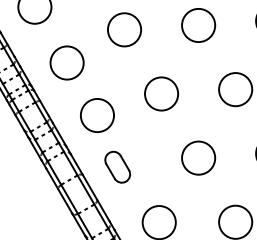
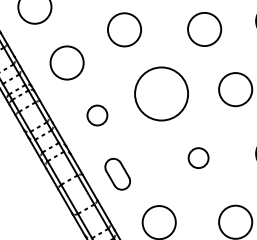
circle at (198, 25) position: (198, 25) -> (204, 29)
circle at (161, 93) diameter: 33 px -> 53 px
circle at (97, 115) diameter: 33 px -> 20 px
circle at (198, 157) diameter: 33 px -> 20 px
part at (117, 166) position: (117, 166) -> (117, 173)
